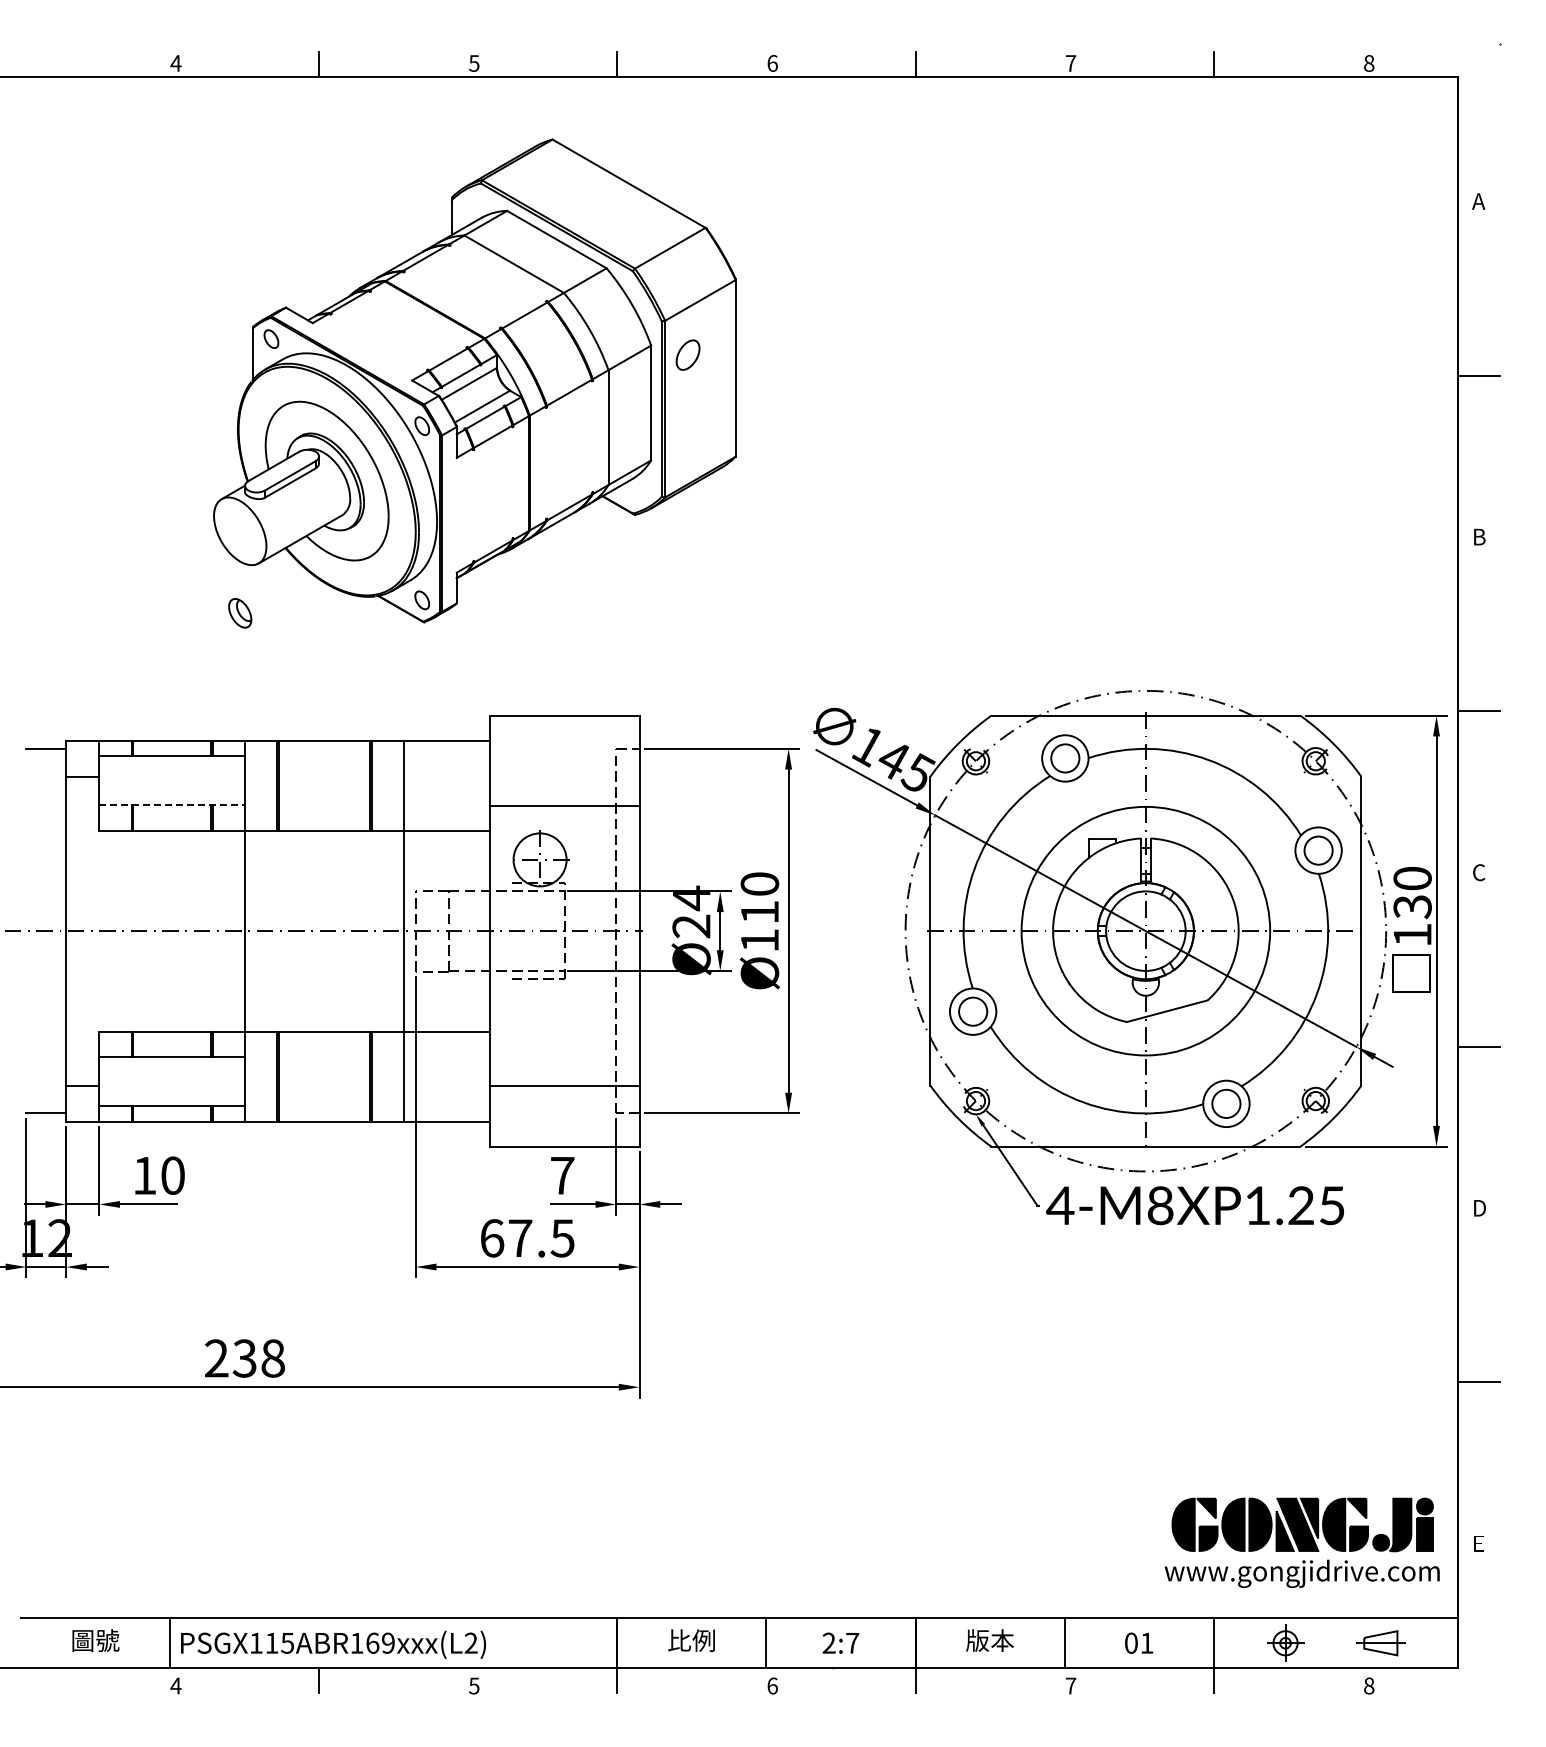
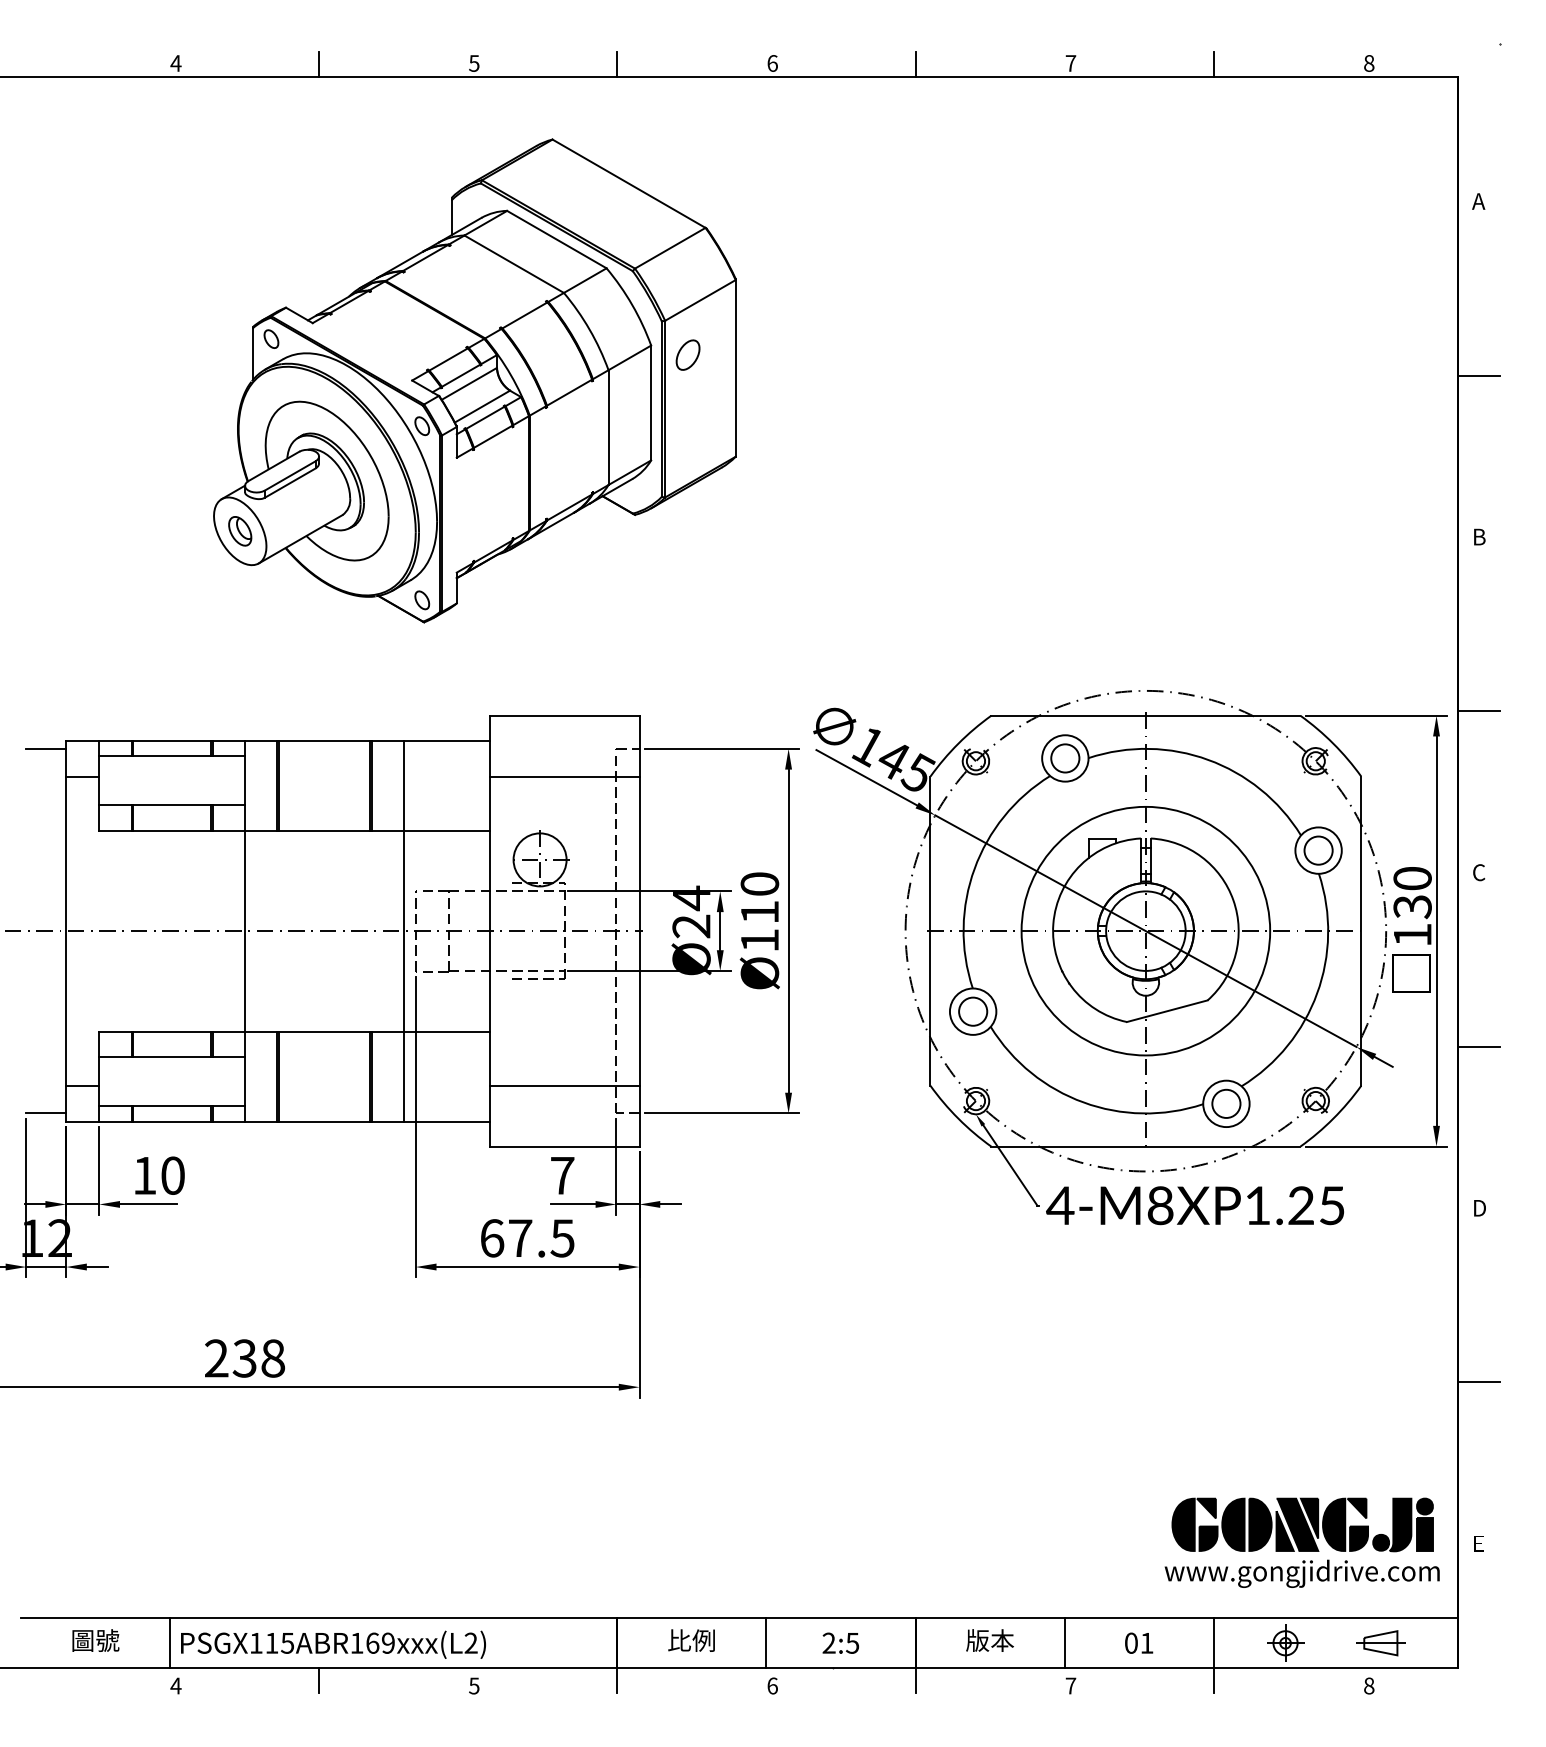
part at (240, 613) position: (240, 613) -> (240, 531)
line at (172, 805): dashed -> solid
line at (564, 805) position: (564, 805) -> (564, 776)
text at (852, 1643): 2:7 -> 2:5
